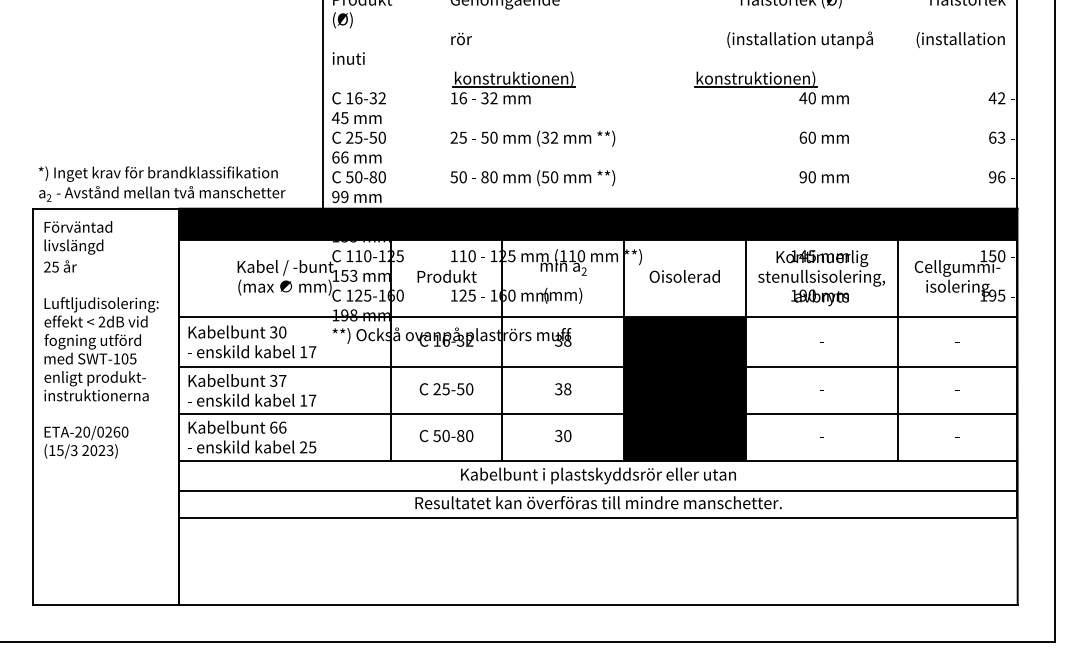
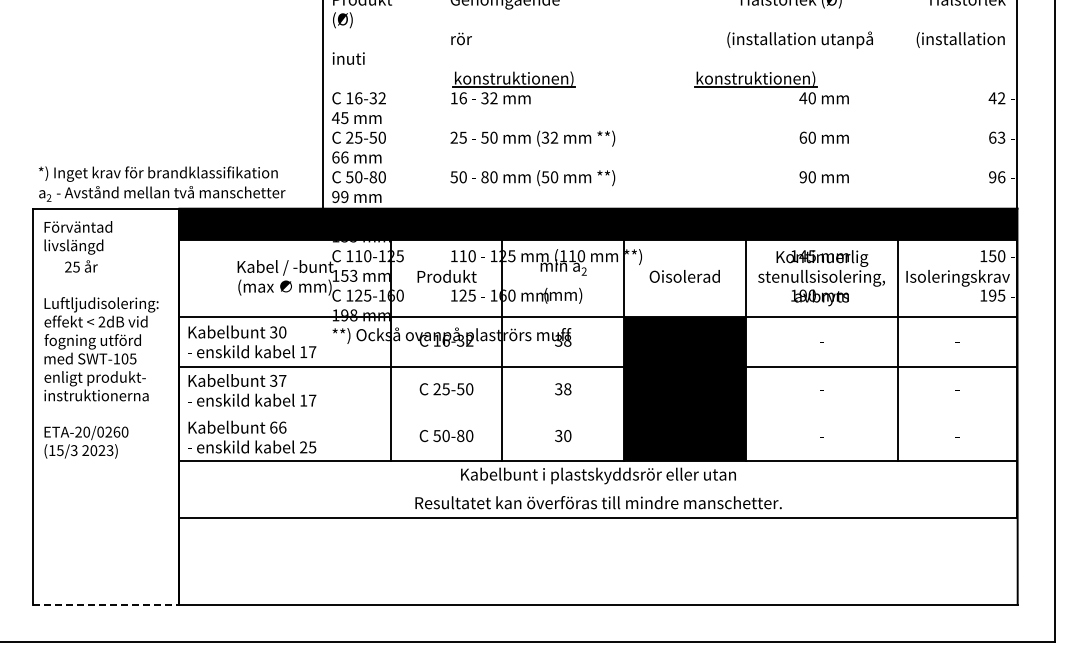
text at (60, 266) position: (60, 266) -> (81, 266)
text at (957, 278): Cellgummi- isolering -> Isoleringskrav
line at (598, 414): present -> none
line at (598, 491): present -> none
line at (106, 604): solid -> dashed
